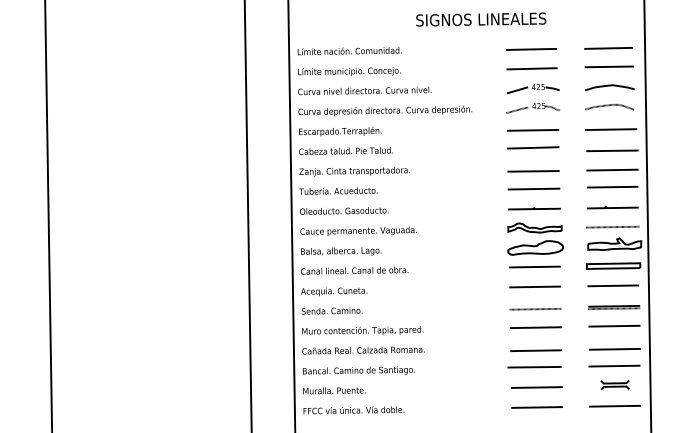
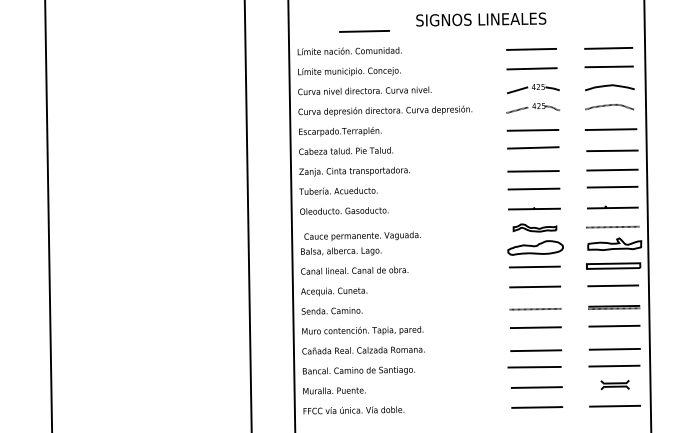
line at (364, 31): none -> present
part at (534, 227) size: 56x12 px -> 46x10 px
text at (358, 230) position: (358, 230) -> (362, 235)
